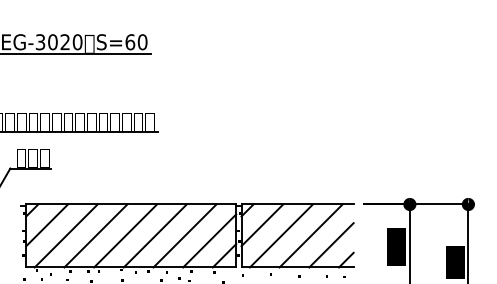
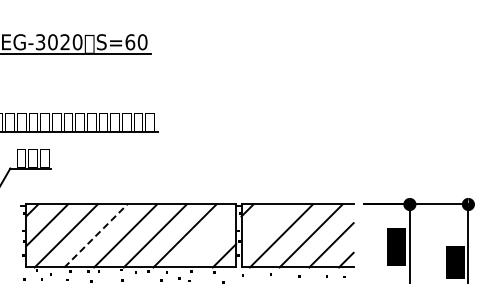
line at (262, 225): present -> none
line at (95, 235): solid -> dashed
line at (209, 240): present -> none
